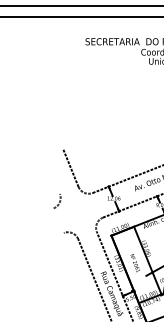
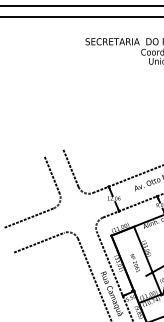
line at (51, 174): none -> present
line at (28, 217): none -> present
line at (38, 242): none -> present
